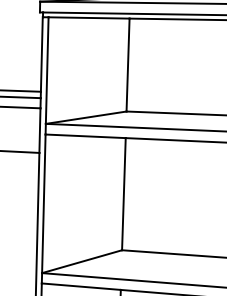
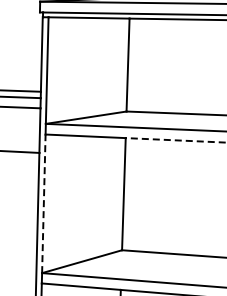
line at (175, 140): solid -> dashed
line at (43, 203): solid -> dashed
